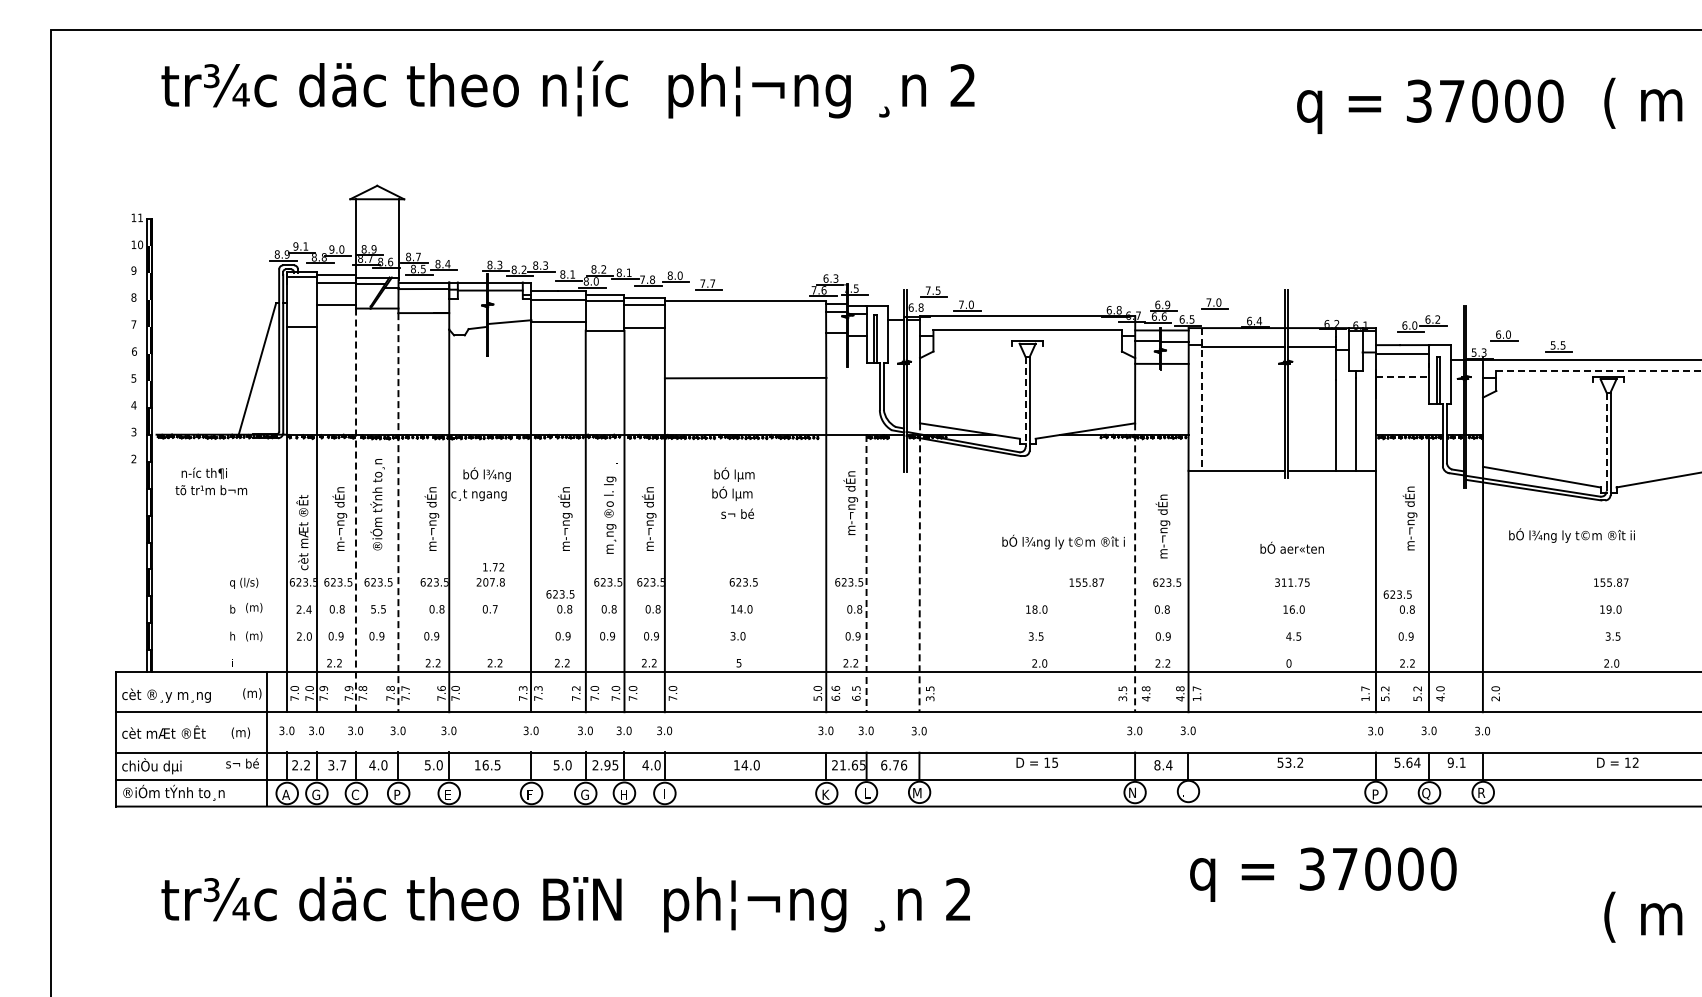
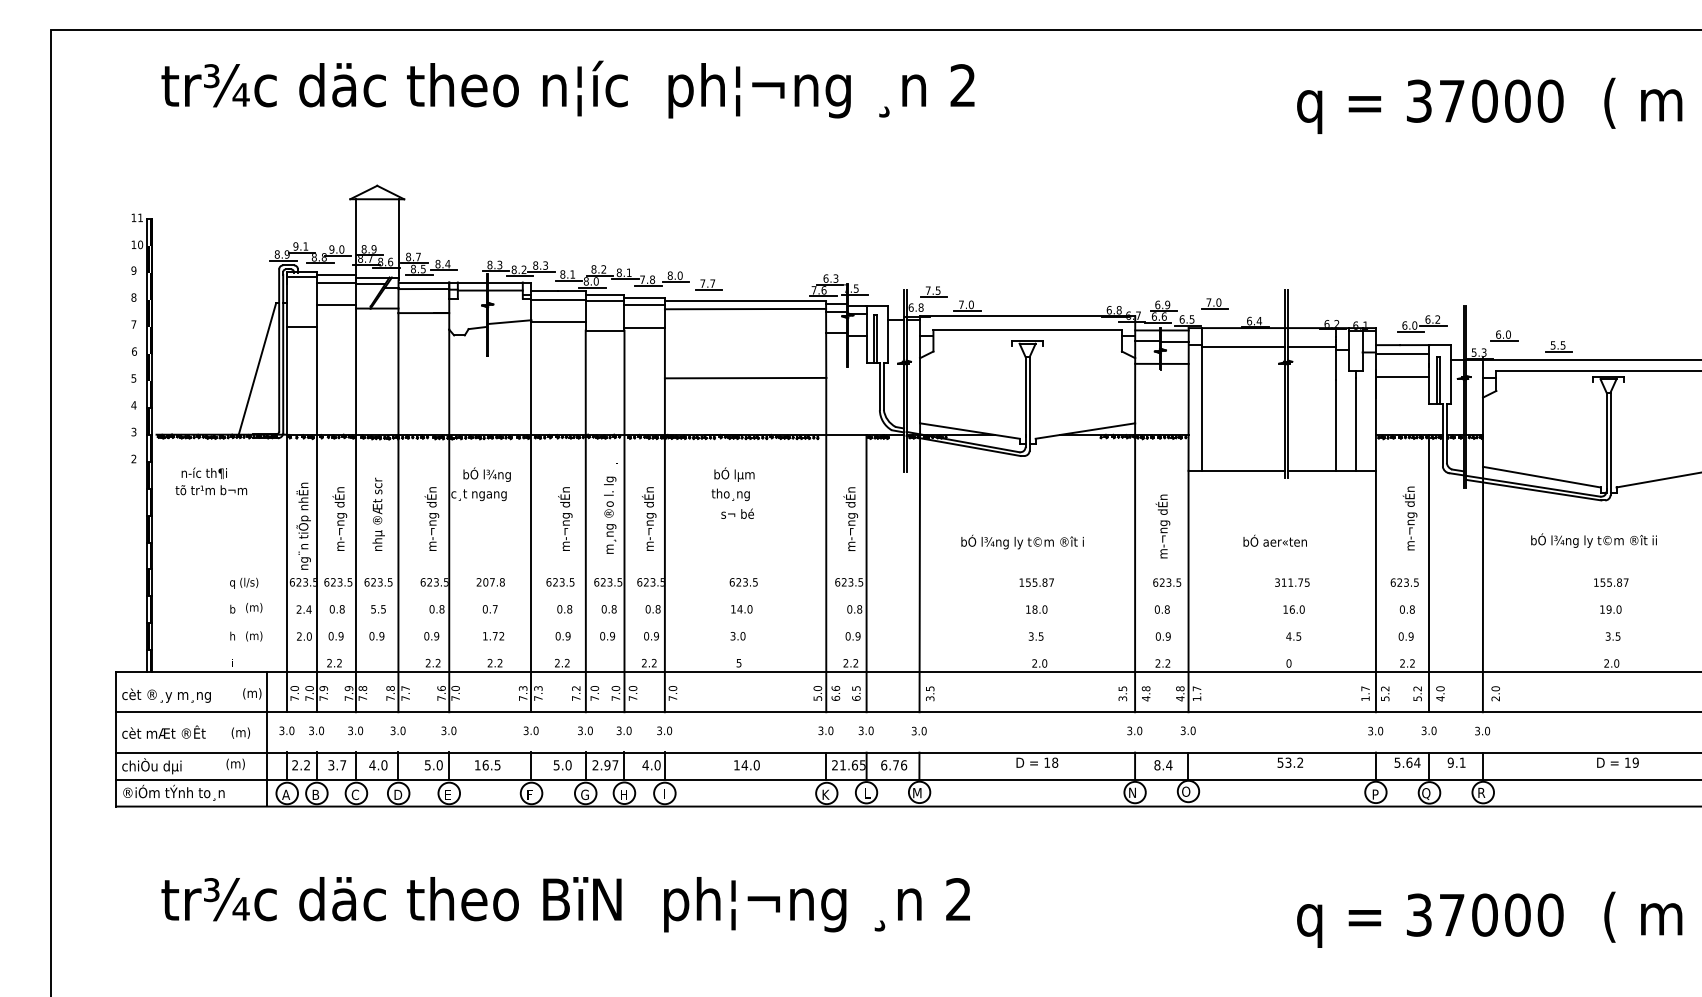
line at (745, 308): none -> present
line at (1599, 370): dashed -> solid
line at (1402, 376): dashed -> solid
line at (1201, 399): dashed -> solid
line at (1025, 402): dashed -> solid
line at (1606, 442): dashed -> solid
text at (731, 493): bÓ lµm -> tho¸ng
text at (850, 502) position: (850, 502) -> (850, 518)
text at (377, 504): ®iÓm tÝnh to¸n -> nhµ ®Æt scr
line at (356, 510): dashed -> solid
line at (398, 512): dashed -> solid
text at (303, 526): cèt mÆt ®Êt -> ng¨n tiÕp nhËn
text at (1571, 535) position: (1571, 535) -> (1593, 540)
text at (1063, 541) position: (1063, 541) -> (1022, 541)
text at (1291, 547) position: (1291, 547) -> (1274, 540)
text at (493, 567) position: (493, 567) -> (493, 636)
line at (919, 568): dashed -> solid
line at (1135, 568): dashed -> solid
line at (866, 573): dashed -> solid
text at (1086, 582) position: (1086, 582) -> (1036, 582)
text at (560, 594) position: (560, 594) -> (560, 582)
text at (1397, 594) position: (1397, 594) -> (1404, 582)
text at (1055, 762): 15 -> 18
text at (1635, 762): 12 -> 19
text at (242, 764): s¬ bé -> (m)
text at (615, 765): 2.95 -> 2.97
text at (1186, 791): . -> O
text at (316, 794): G -> B
text at (398, 794): P -> D
text at (1323, 874) position: (1323, 874) -> (1430, 920)
